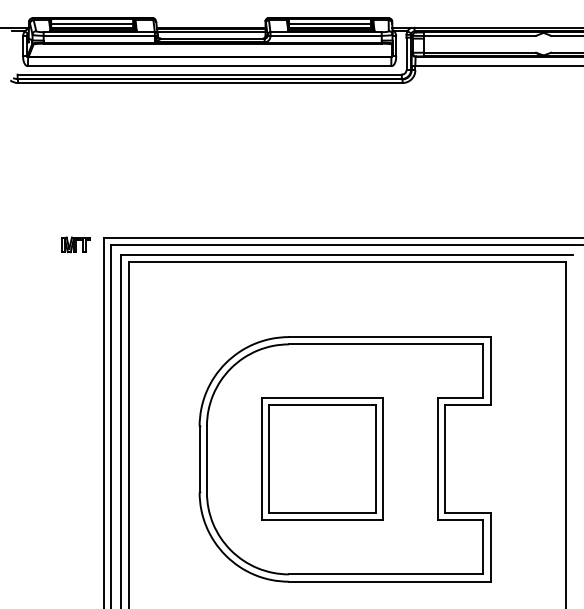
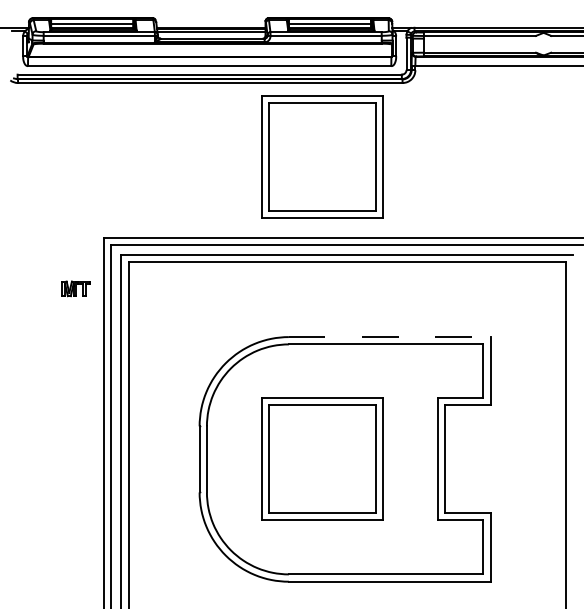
part at (322, 156): none -> present
part at (75, 244) position: (75, 244) -> (75, 288)
line at (389, 337): solid -> dashed
